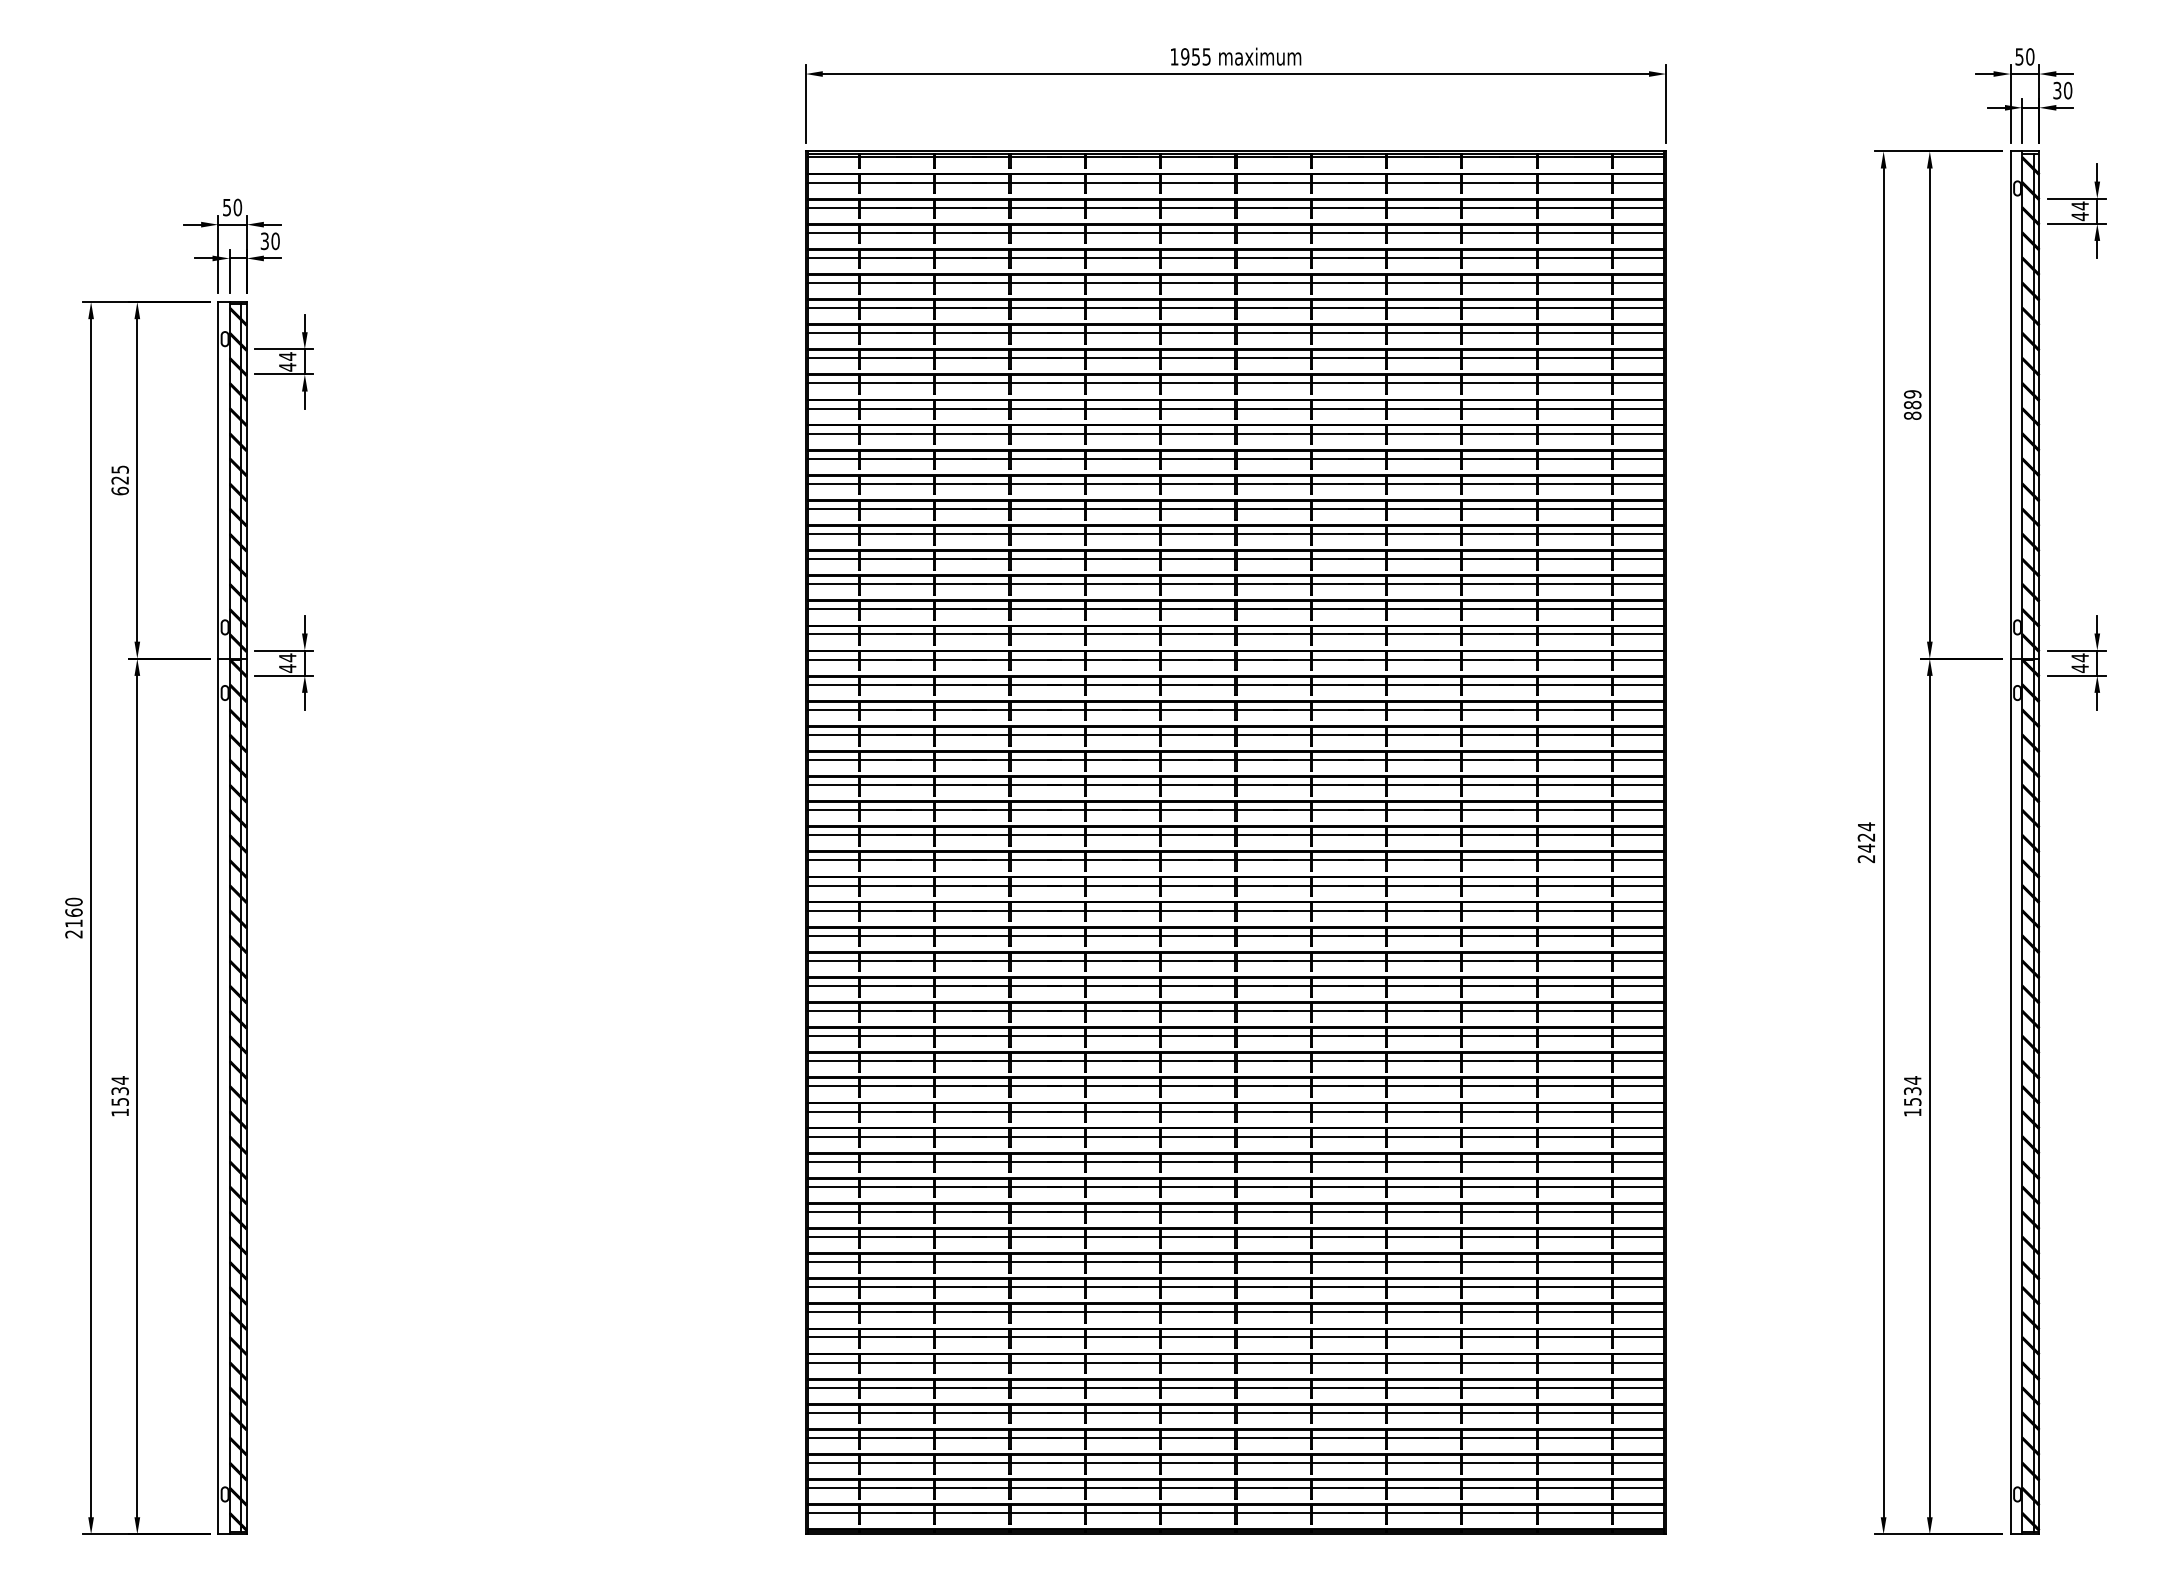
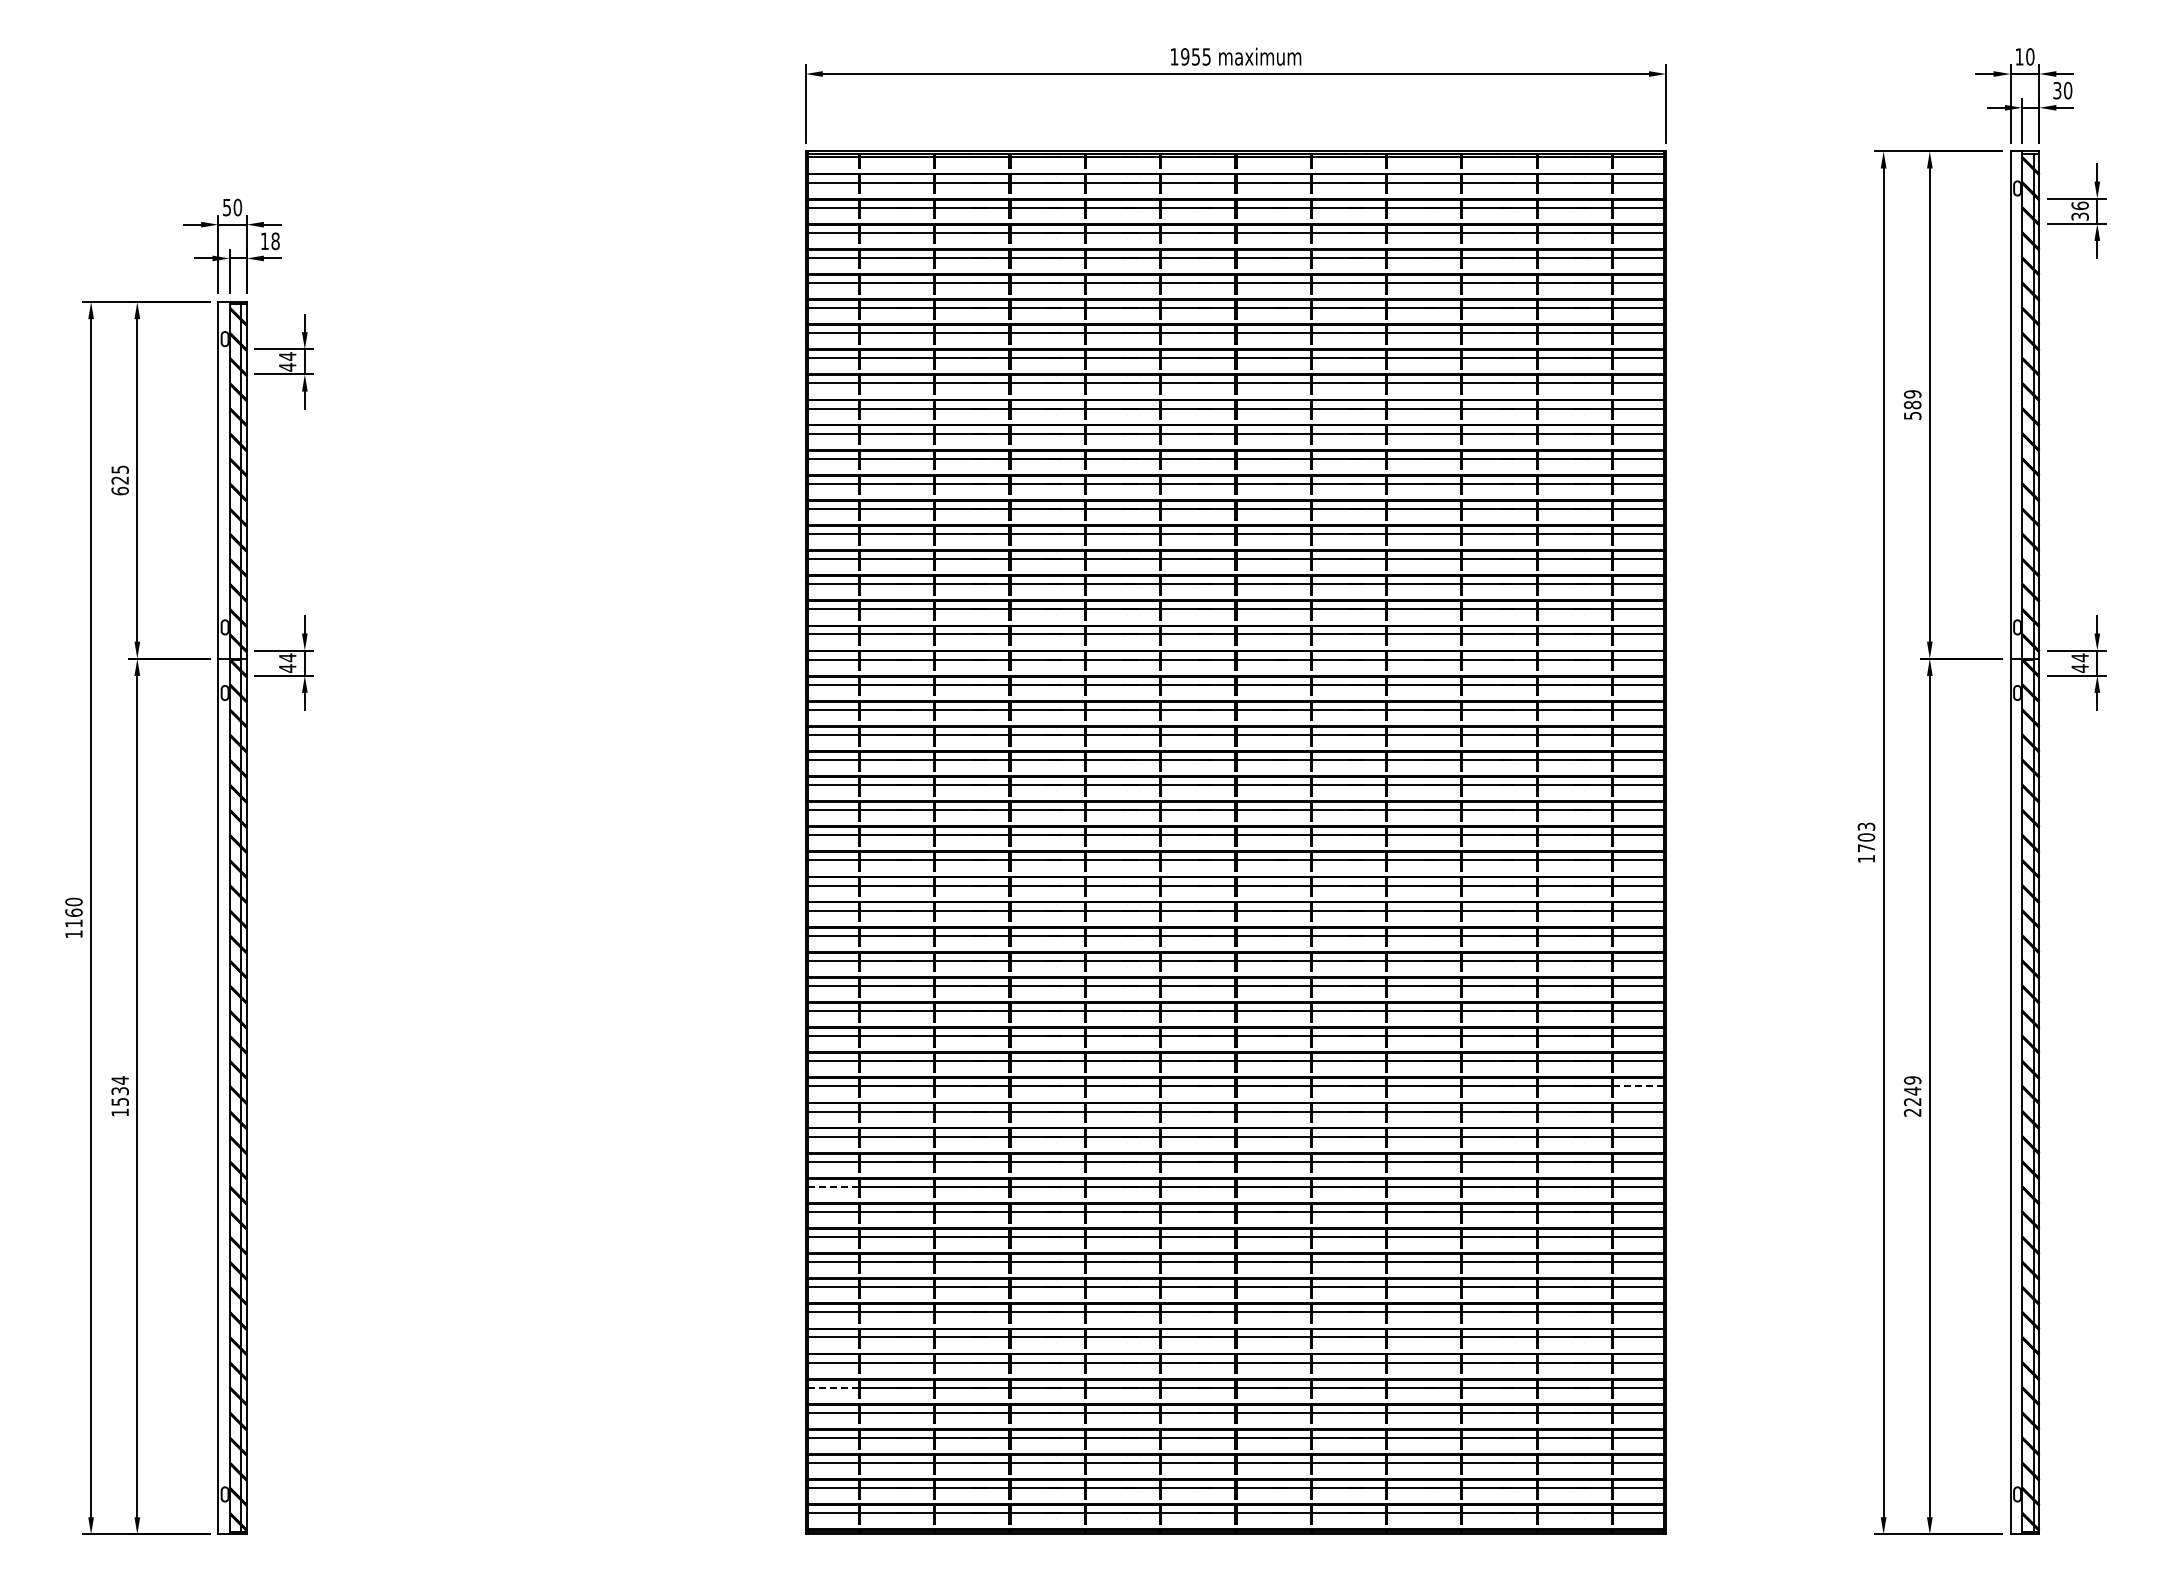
text at (2019, 56): 50 -> 10
text at (2079, 211): 44 -> 36
text at (269, 241): 30 -> 18
text at (1912, 415): 889 -> 589
text at (1866, 842): 2424 -> 1703
text at (73, 934): 2160 -> 1160
line at (1637, 1086): solid -> dashed
text at (1912, 1096): 1534 -> 2249
line at (832, 1186): solid -> dashed
line at (832, 1387): solid -> dashed
